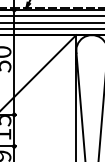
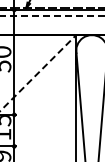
line at (52, 16): solid -> dashed
line at (51, 22): present -> none
line at (51, 28): present -> none
line at (38, 72): solid -> dashed
